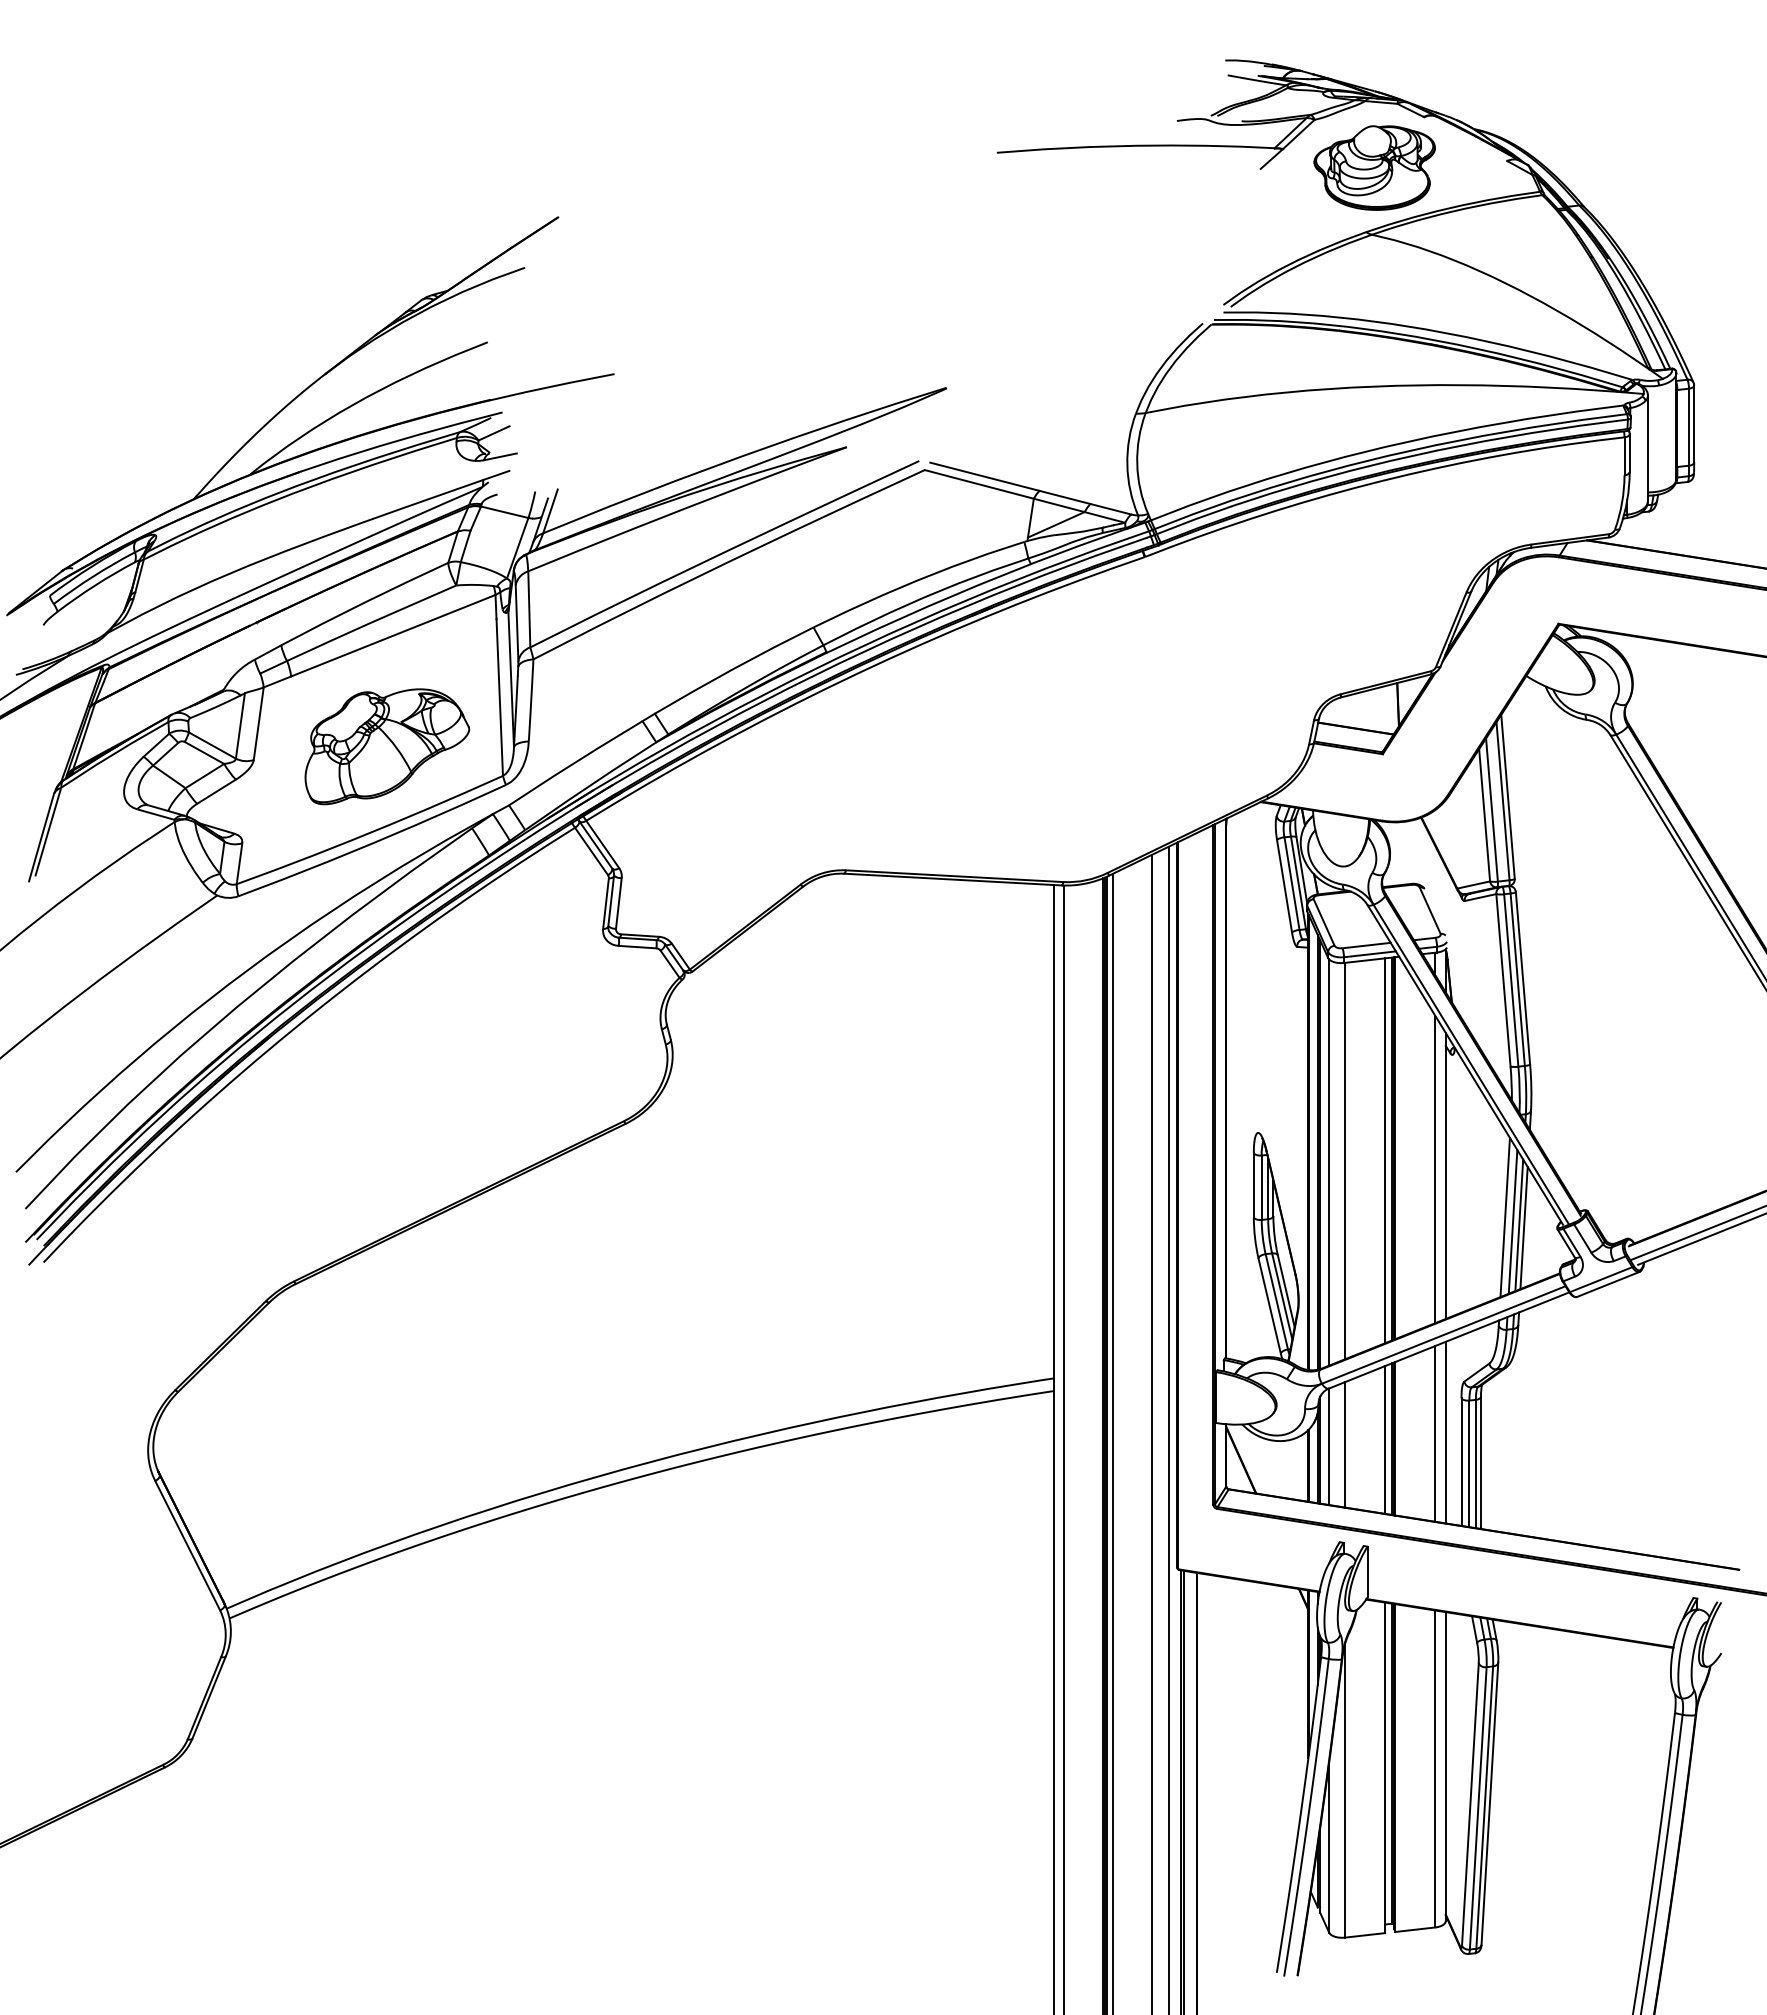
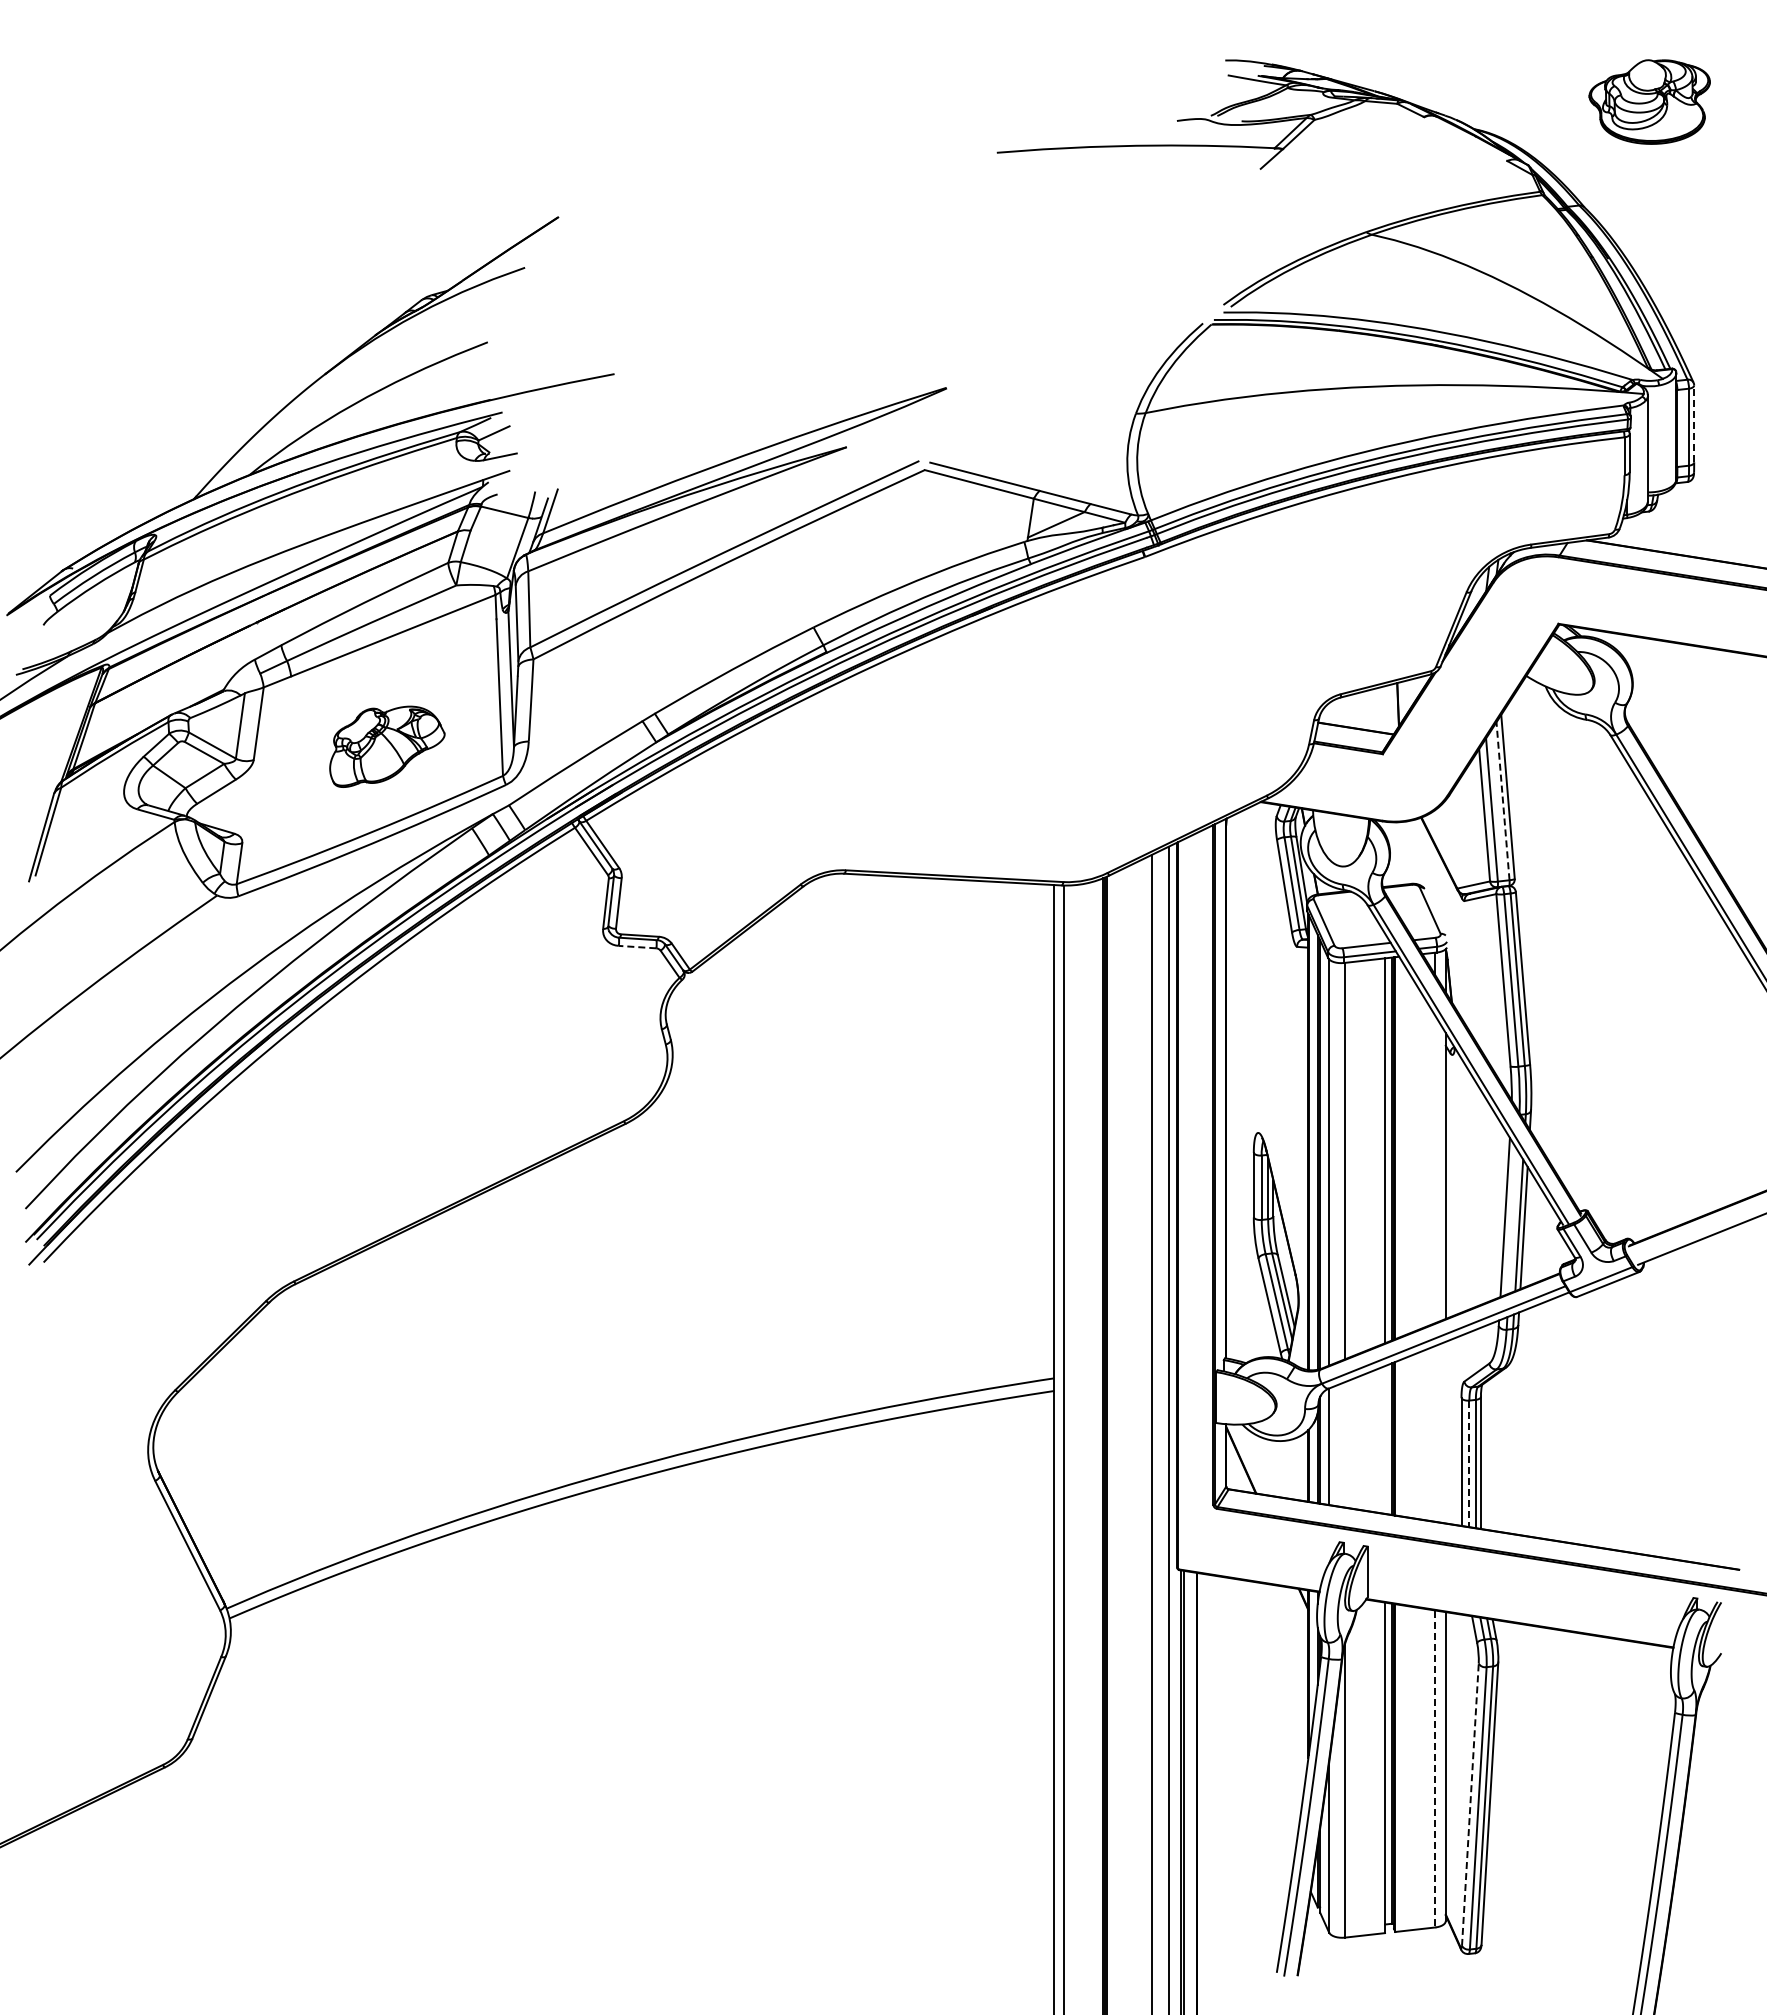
part at (1374, 167) position: (1374, 167) -> (1649, 101)
line at (1694, 423): solid -> dashed
part at (387, 746) size: 167x118 px -> 117x83 px
line at (1502, 800): solid -> dashed
line at (637, 947): solid -> dashed
line at (1435, 1169): present -> none
line at (1512, 1221): present -> none
line at (1696, 1233): present -> none
line at (1445, 1432): present -> none
line at (1435, 1433): present -> none
line at (1385, 1439): present -> none
line at (1112, 1442): present -> none
line at (1344, 1444): present -> none
line at (1469, 1464): solid -> dashed
line at (1435, 1769): solid -> dashed
line at (1470, 1804): solid -> dashed
